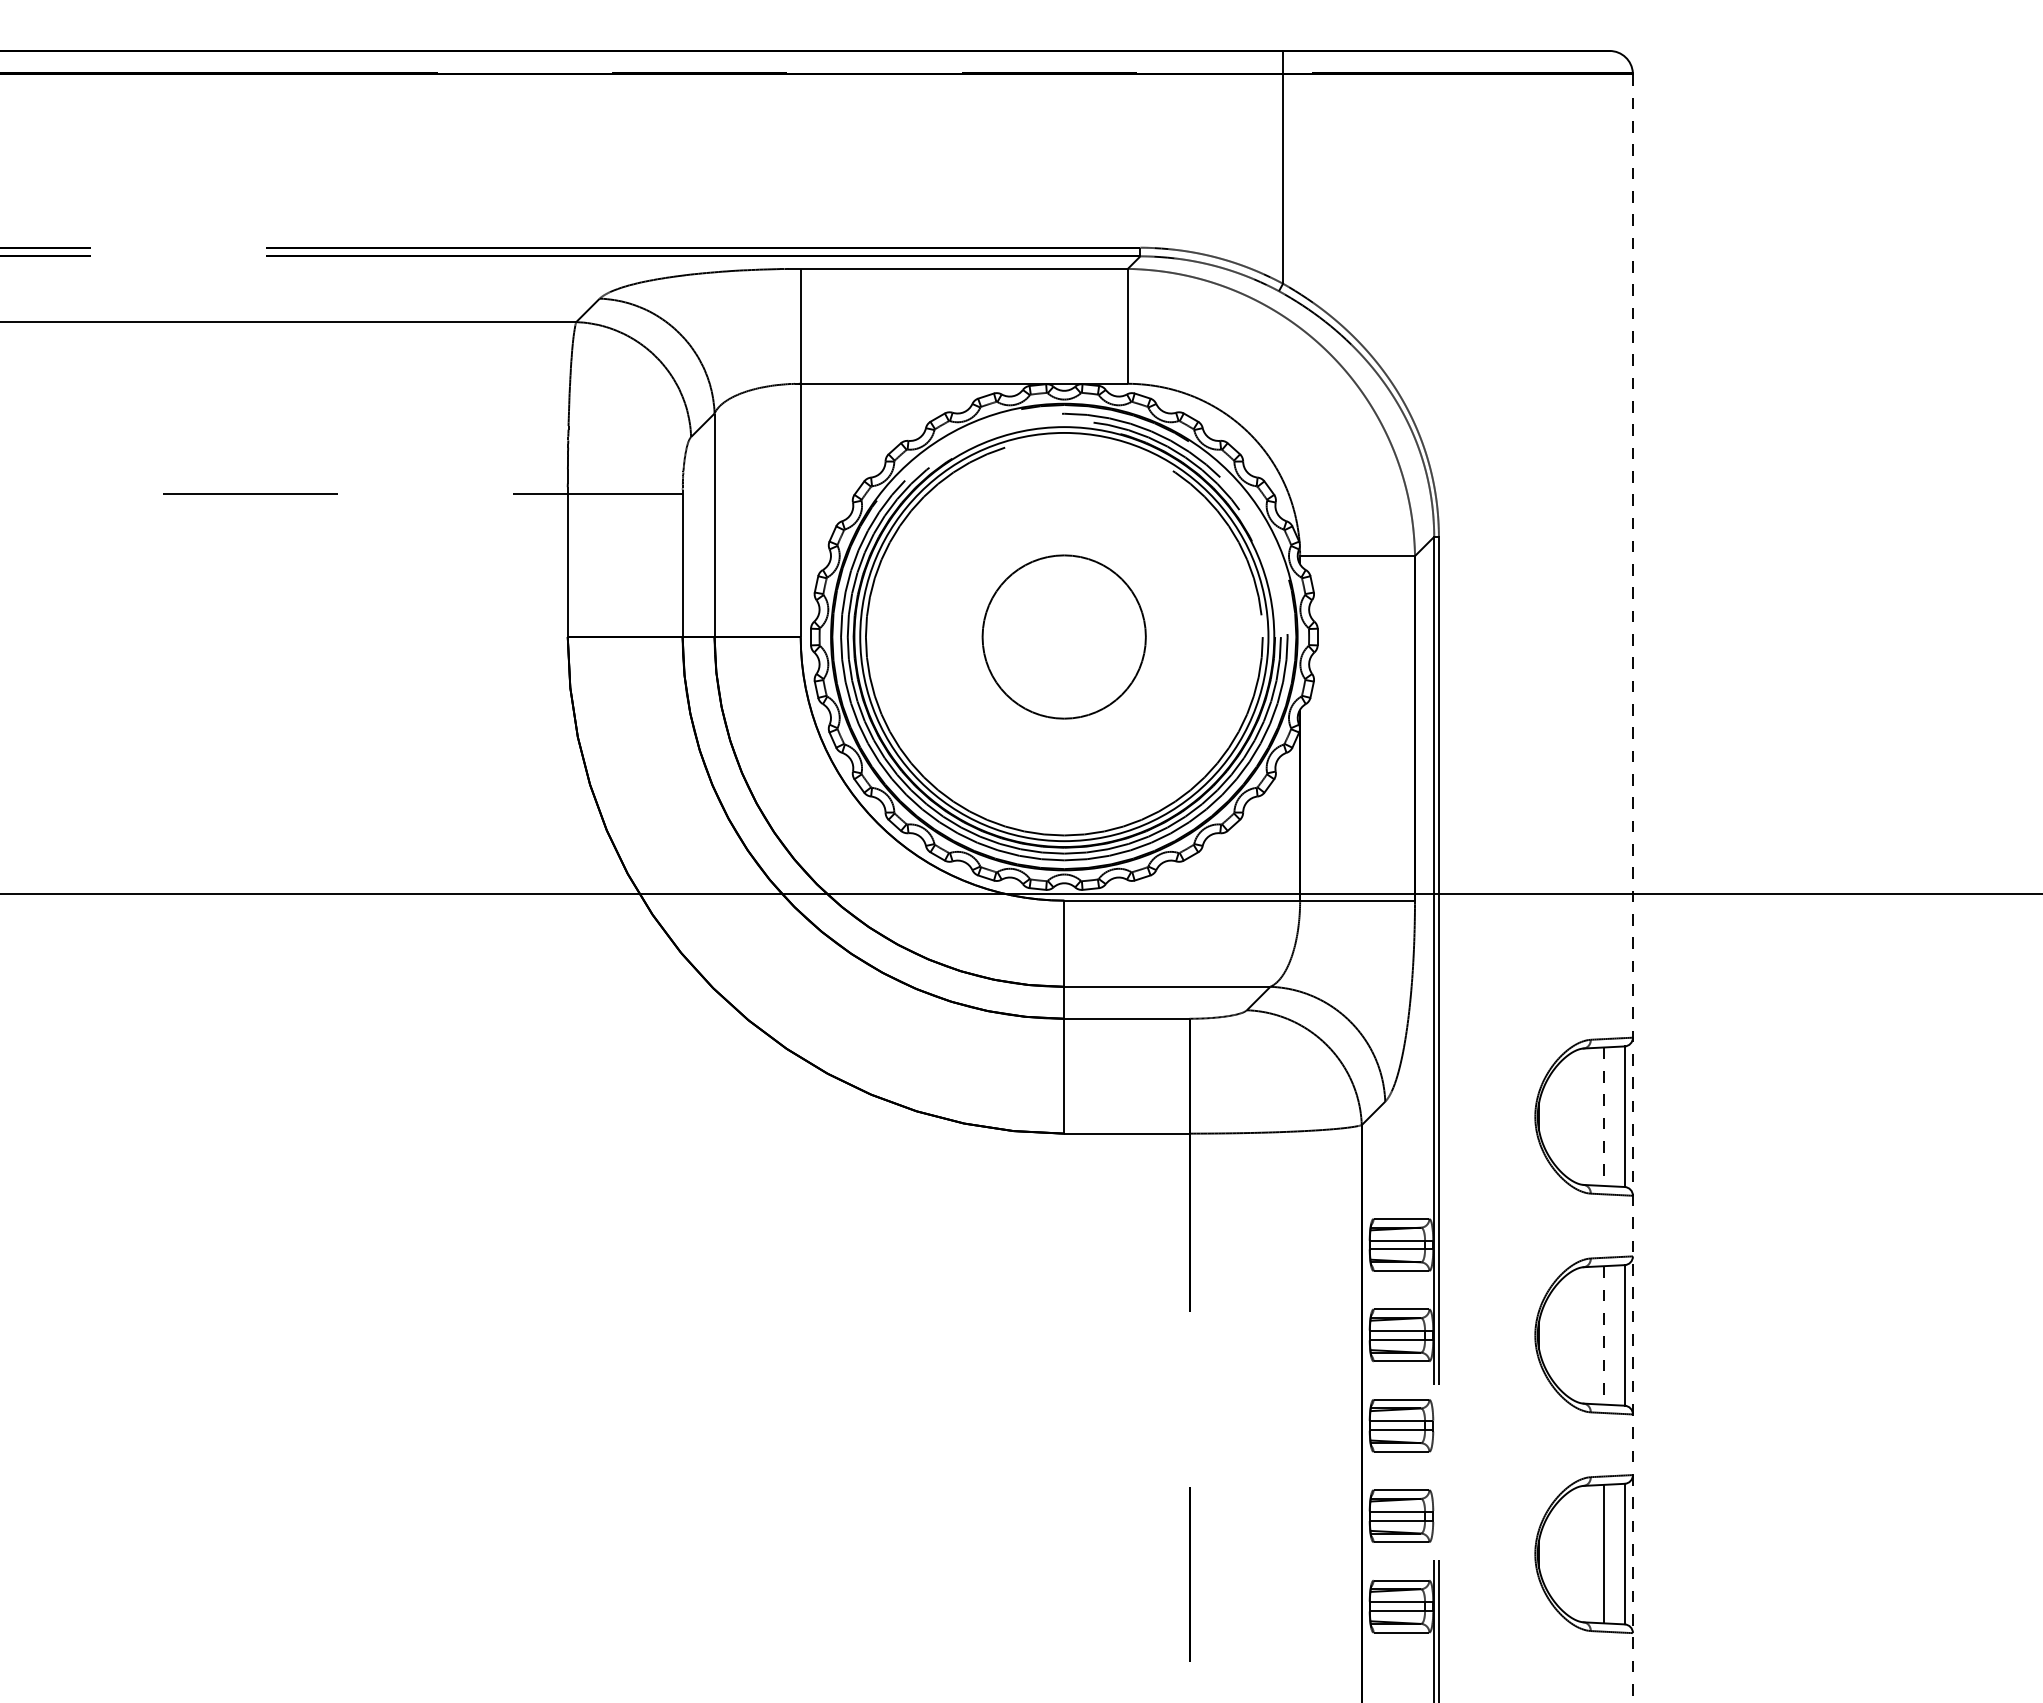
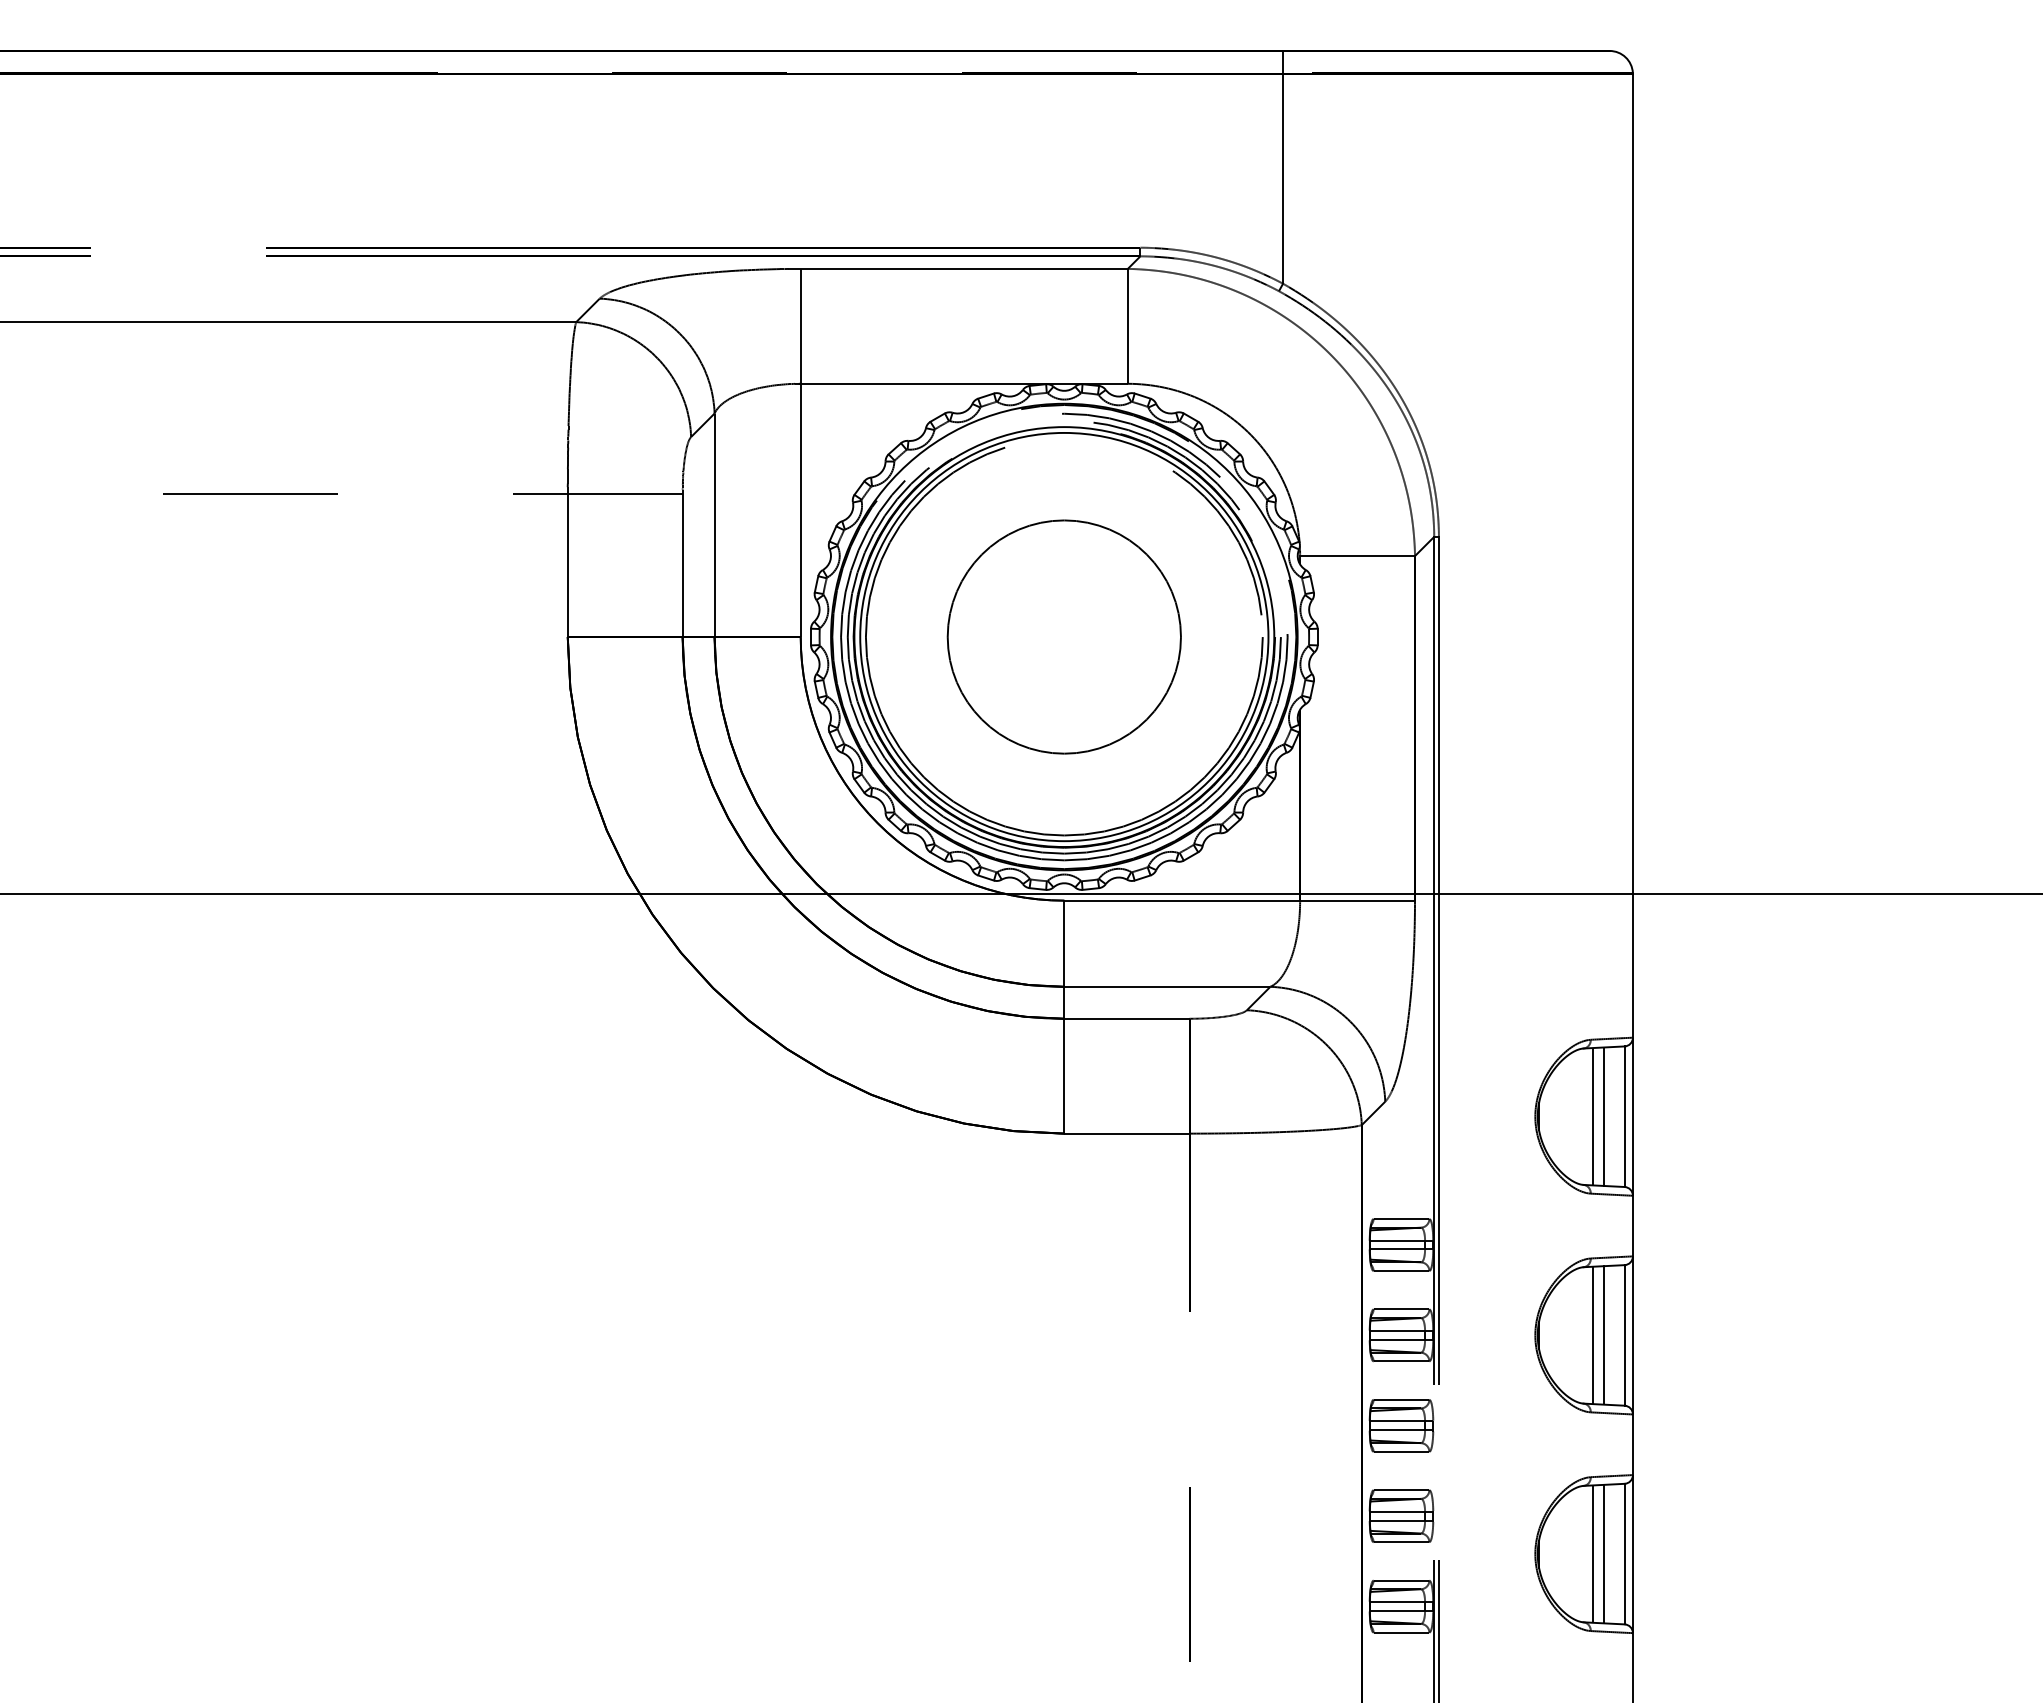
circle at (1063, 636) size: 166x166 px -> 236x236 px
line at (1632, 888): dashed -> solid
line at (1592, 1116): none -> present
line at (1603, 1116): dashed -> solid
line at (1592, 1334): none -> present
line at (1603, 1335): dashed -> solid
line at (1592, 1553): none -> present
